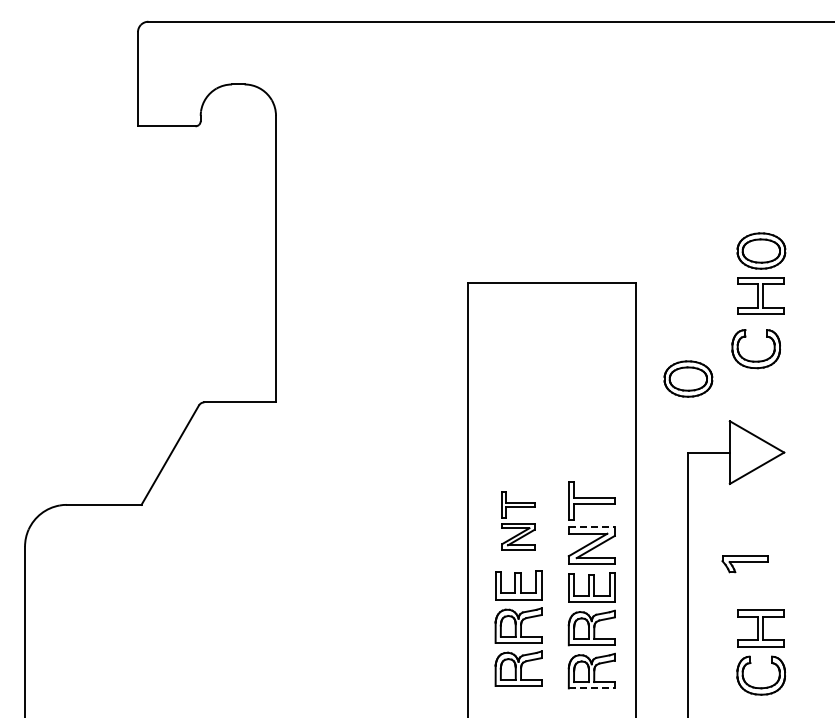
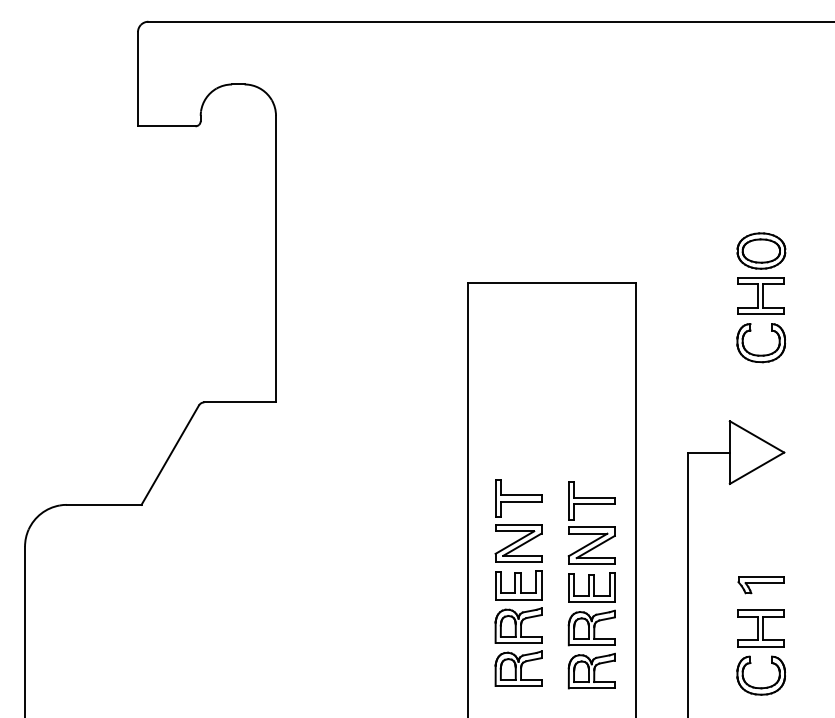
part at (755, 360) position: (755, 360) -> (760, 354)
part at (688, 378): present -> none
part at (518, 520) size: 35x60 px -> 49x84 px
line at (592, 527): dashed -> solid
part at (744, 564) position: (744, 564) -> (760, 585)
line at (592, 688): dashed -> solid
